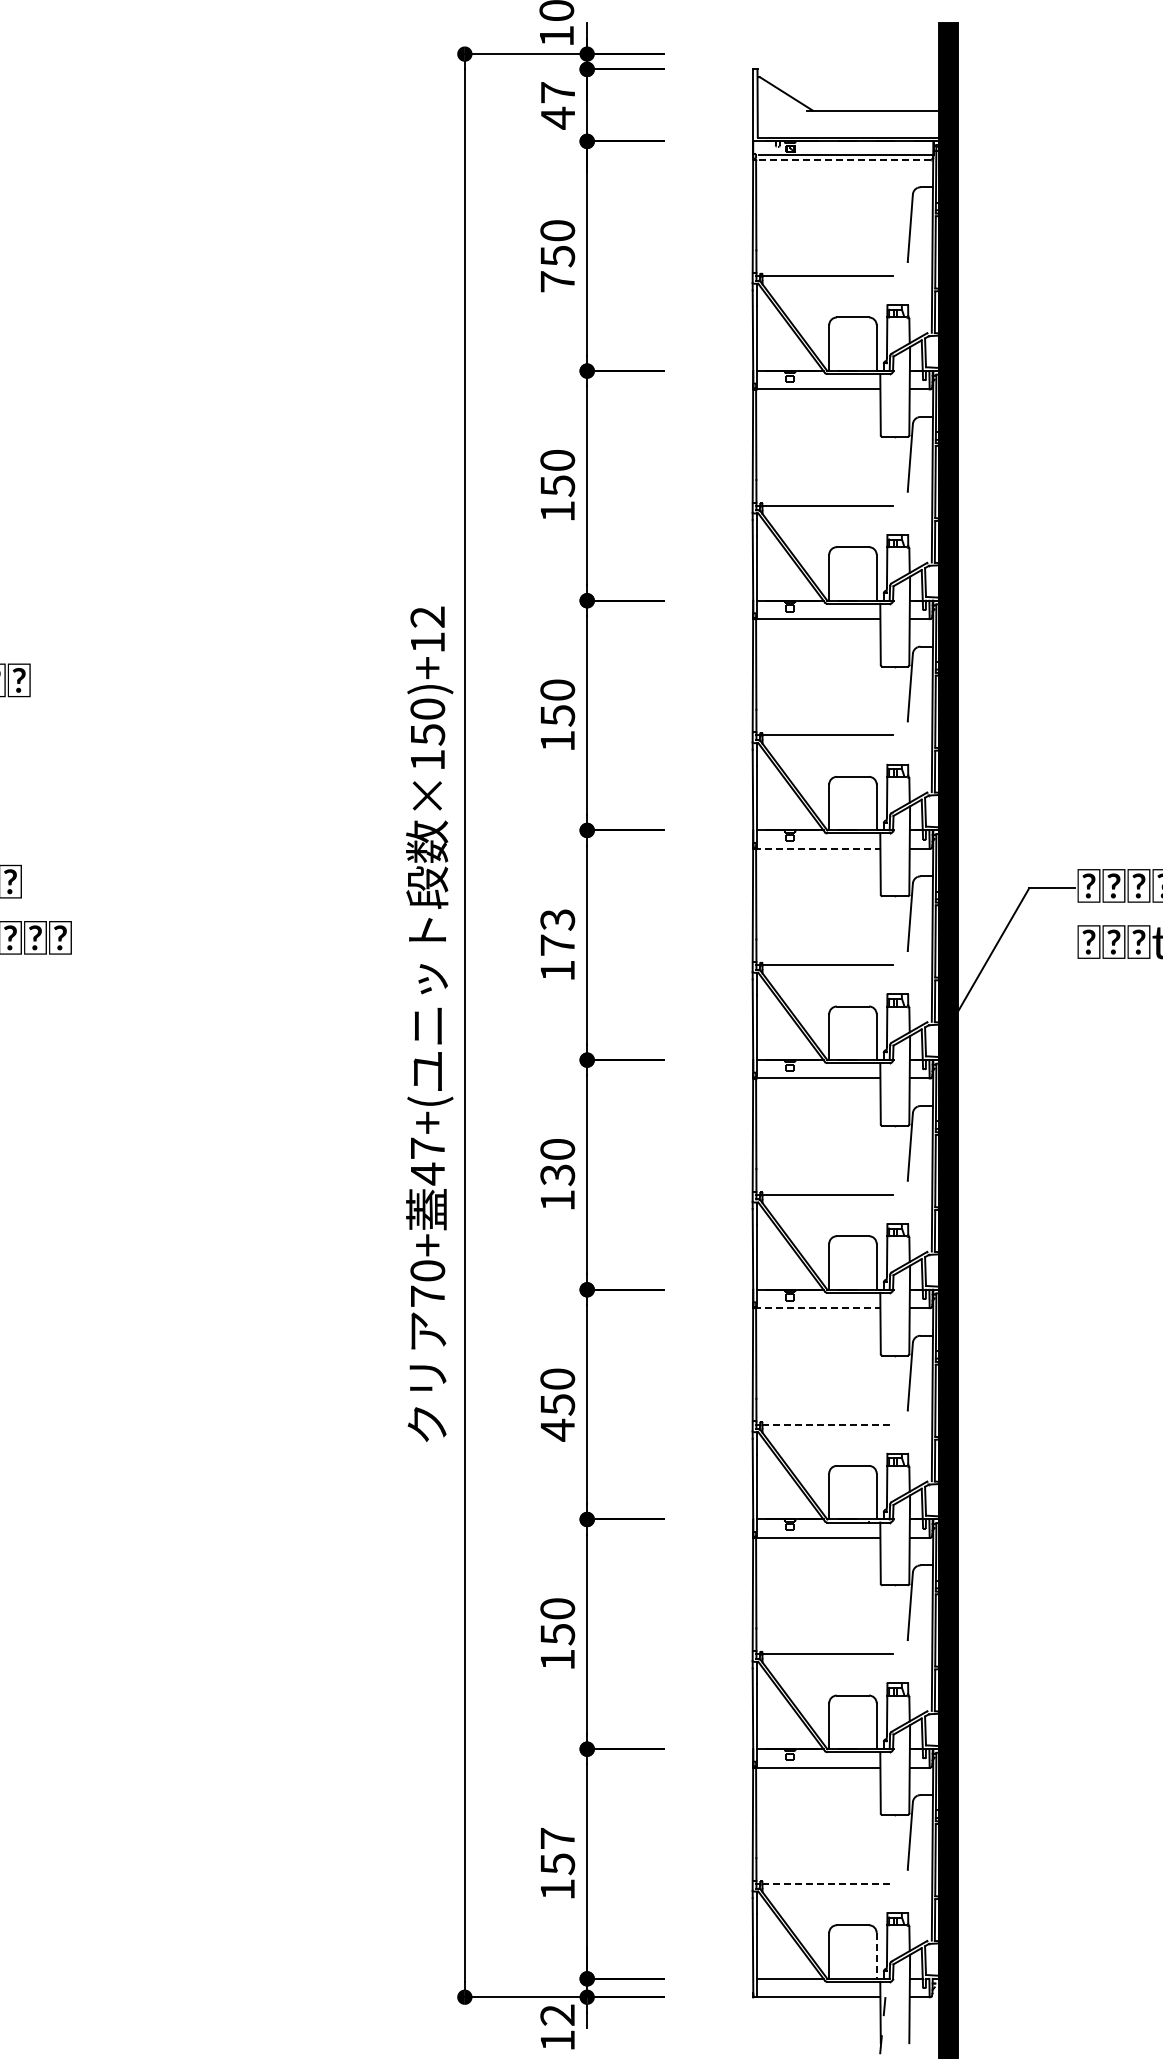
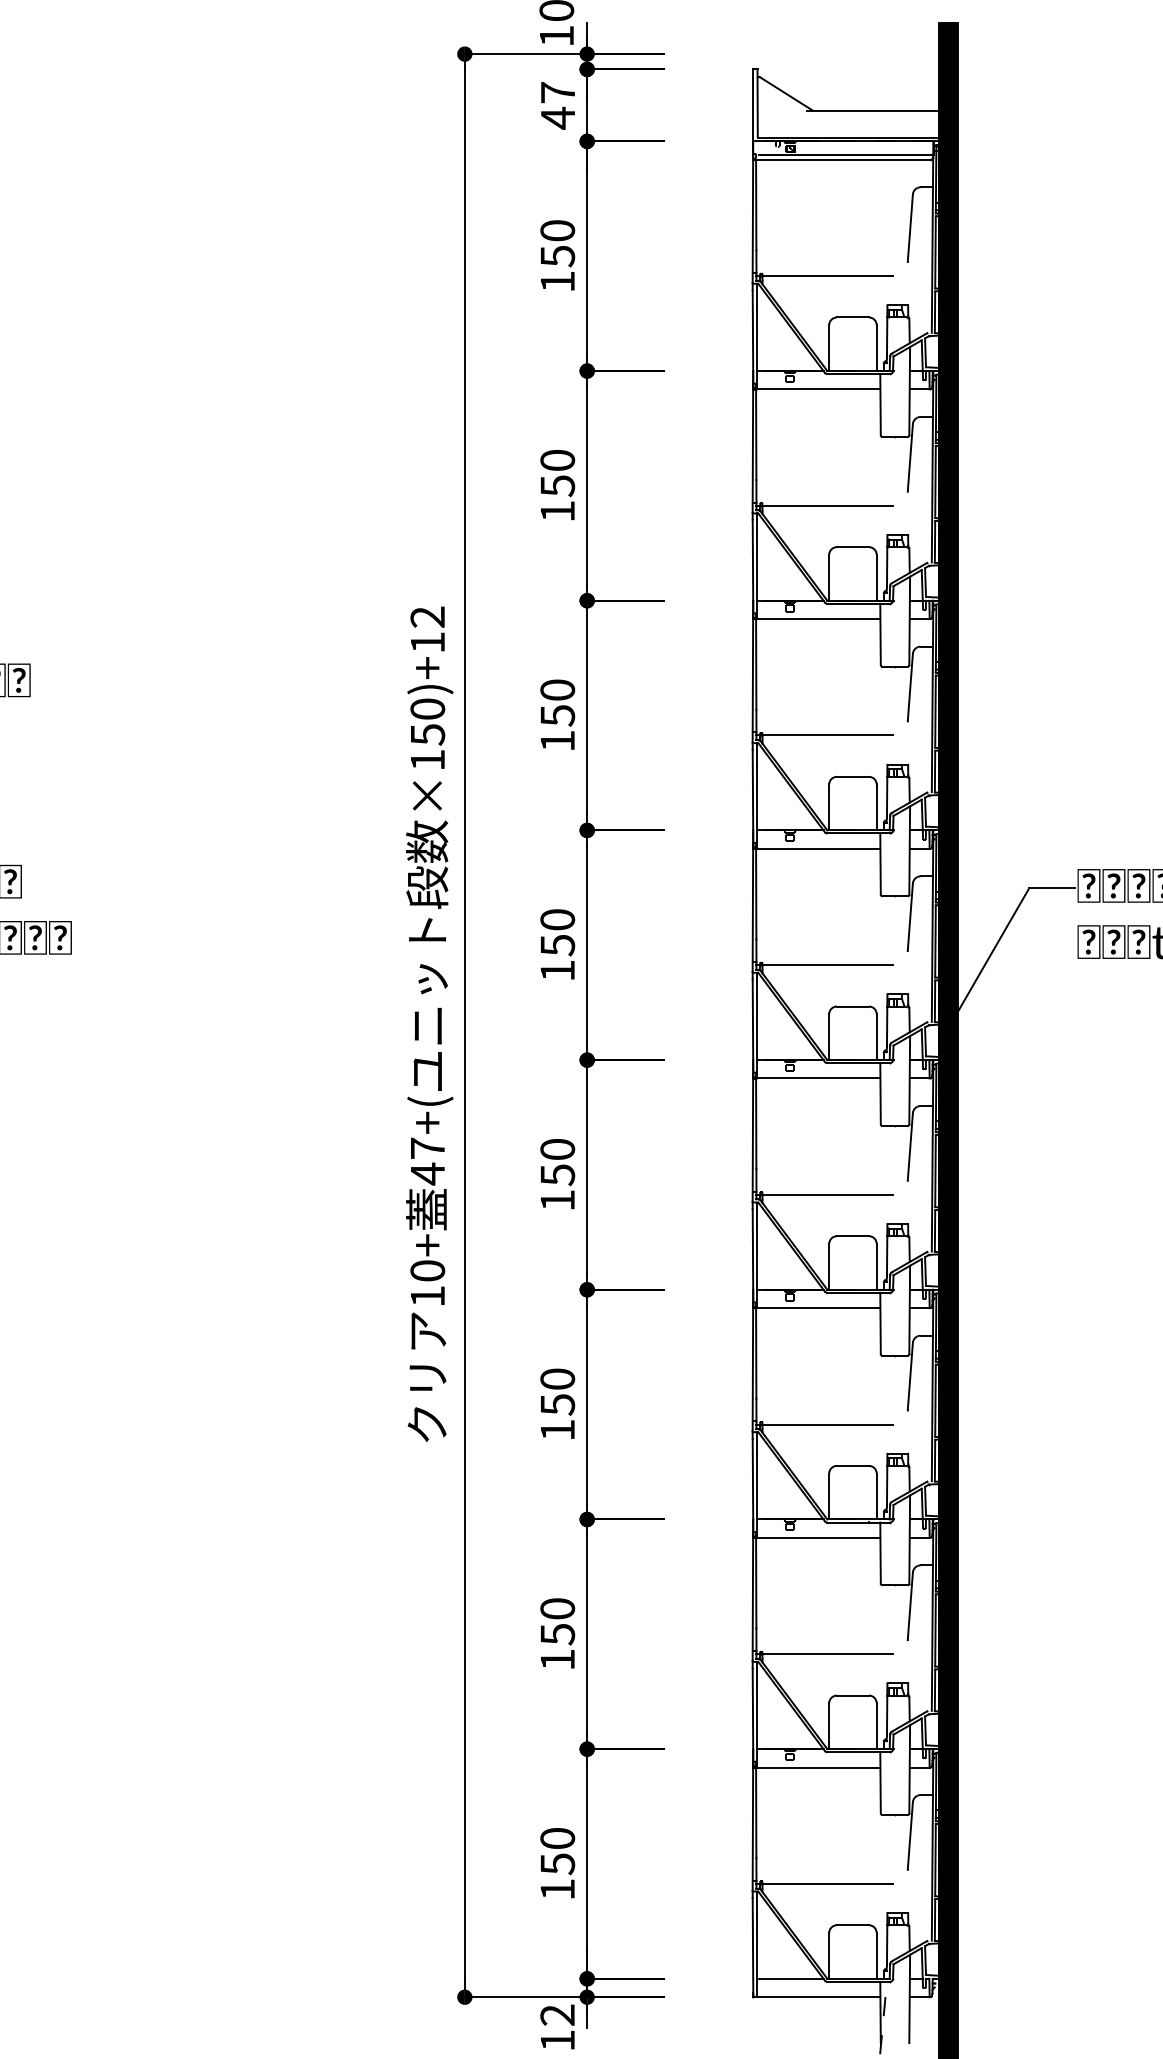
line at (843, 159): dashed -> solid
text at (557, 281): 750 -> 150
line at (817, 848): dashed -> solid
text at (557, 932): 173 -> 150
text at (556, 1174): 130 -> 150
text at (427, 1295): 70+ -> 10+
line at (817, 1308): dashed -> solid
line at (827, 1424): dashed -> solid
text at (557, 1429): 450 -> 150
text at (557, 1838): 157 -> 150
line at (827, 1883): dashed -> solid
line at (876, 1955): dashed -> solid
